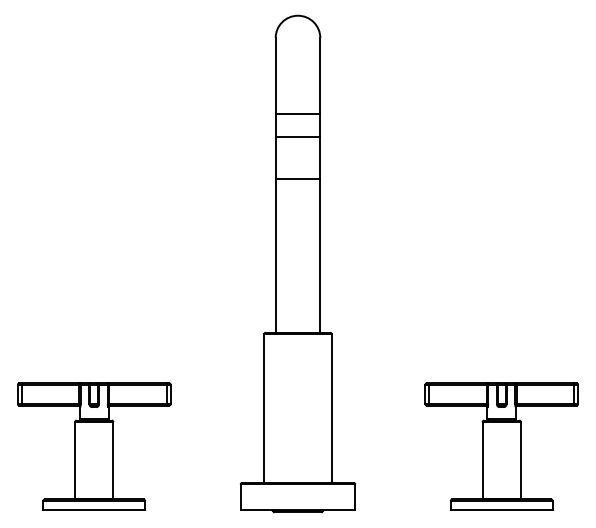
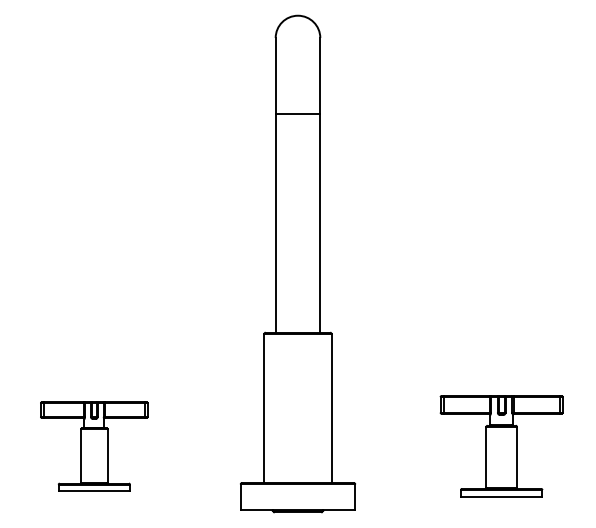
line at (297, 137): present -> none
line at (297, 178): present -> none
part at (94, 446) size: 155x129 px -> 109x91 px
part at (501, 446) size: 155x129 px -> 125x103 px
